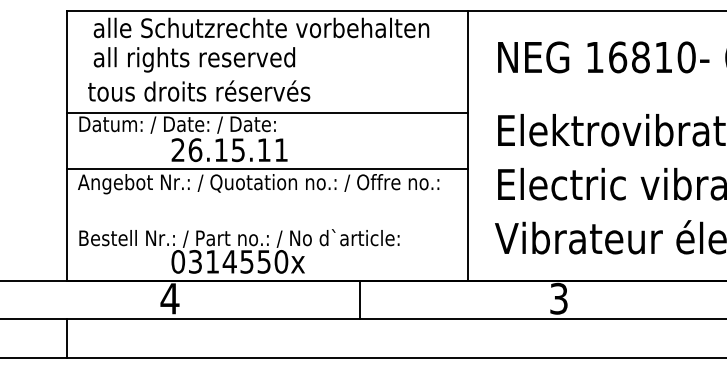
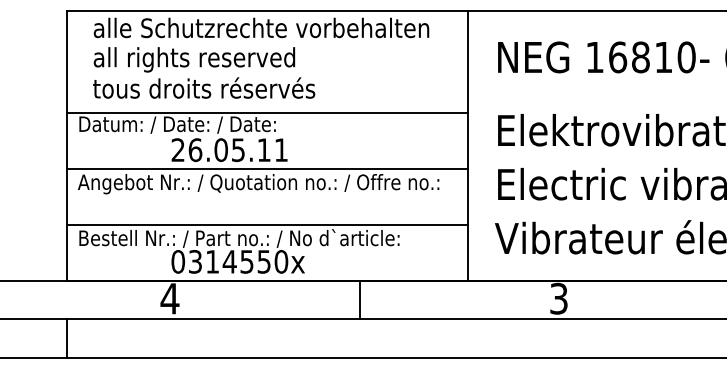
text at (199, 90) position: (199, 90) -> (204, 87)
text at (220, 150): 26.15.11 -> 26.05.11
line at (267, 224): none -> present
